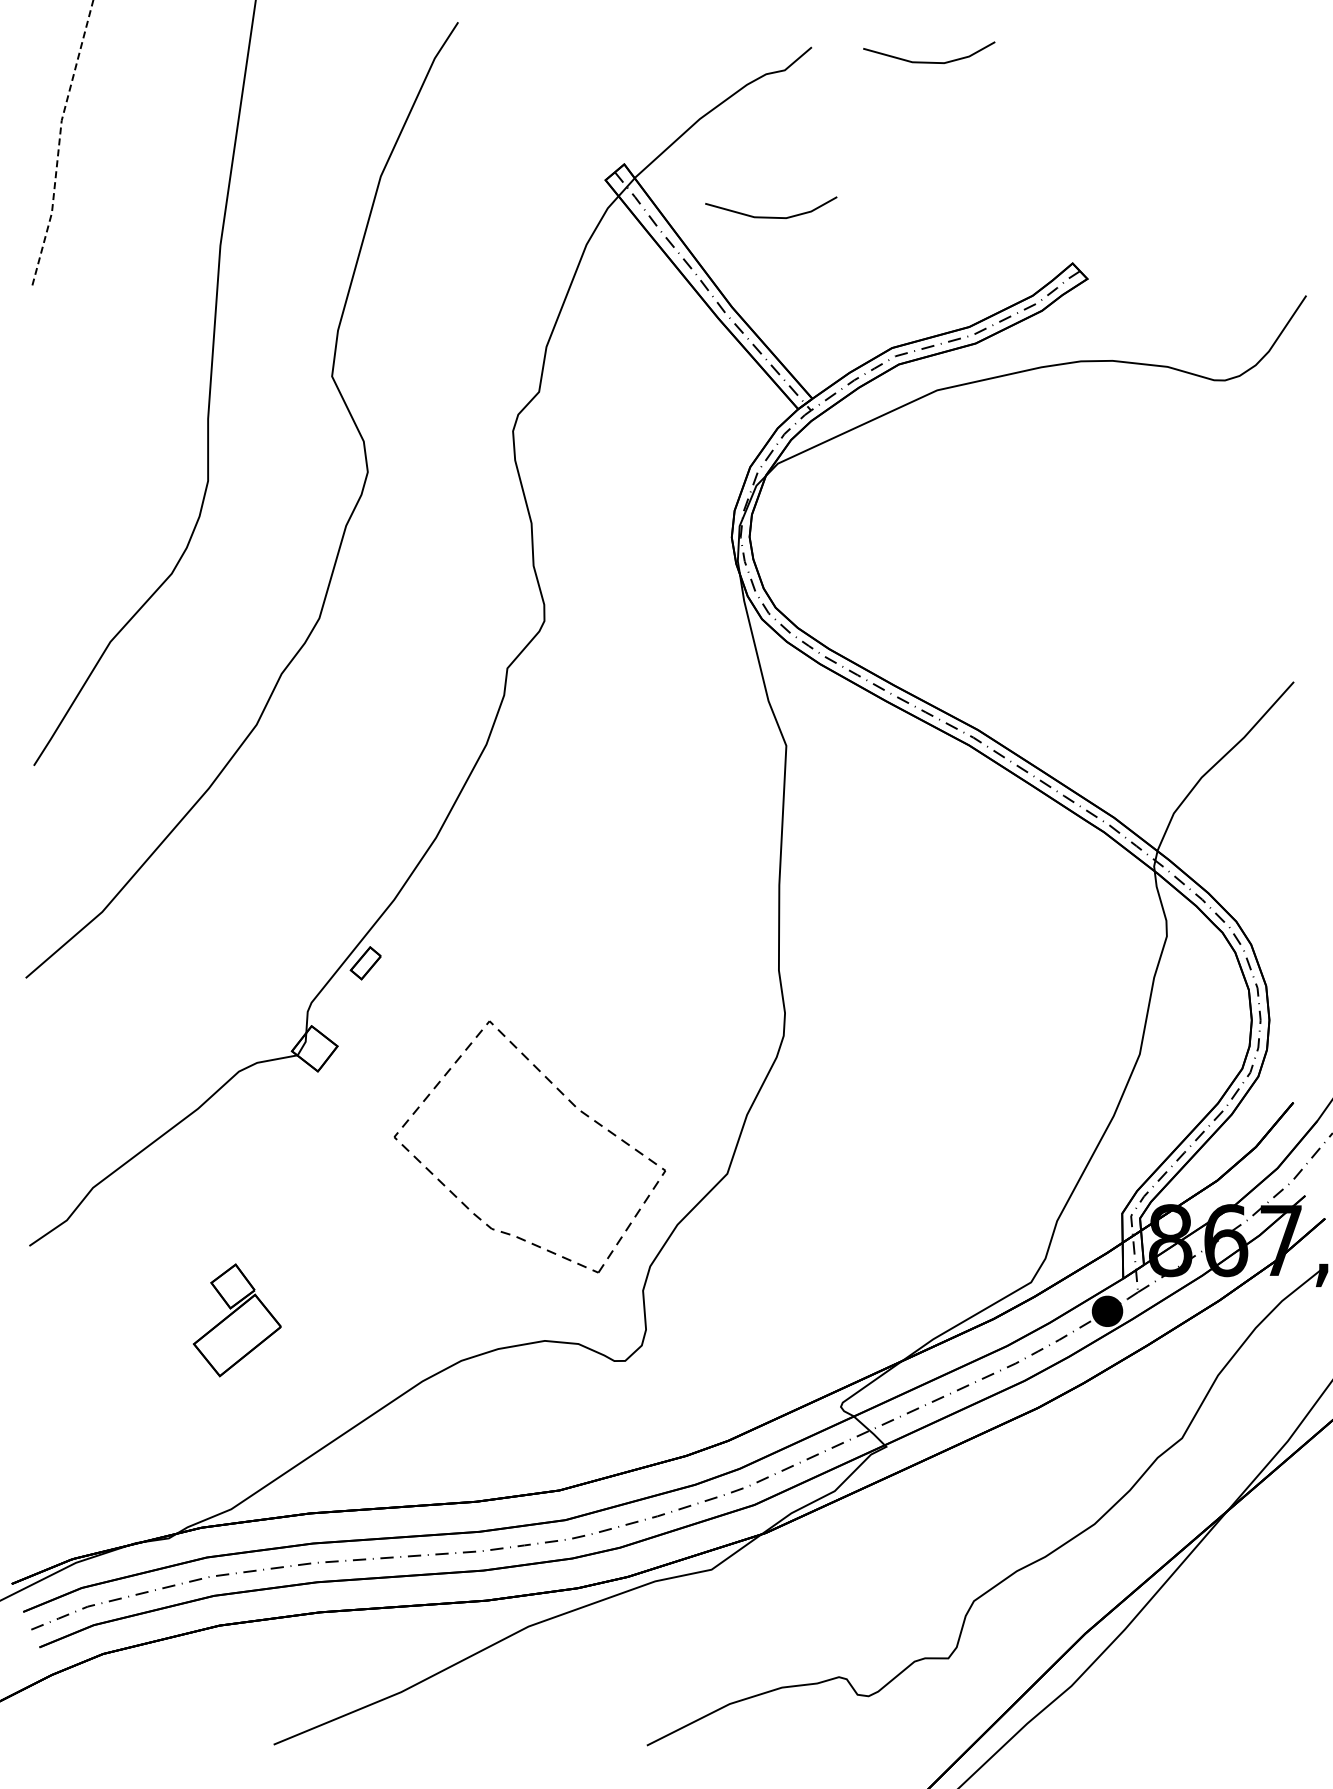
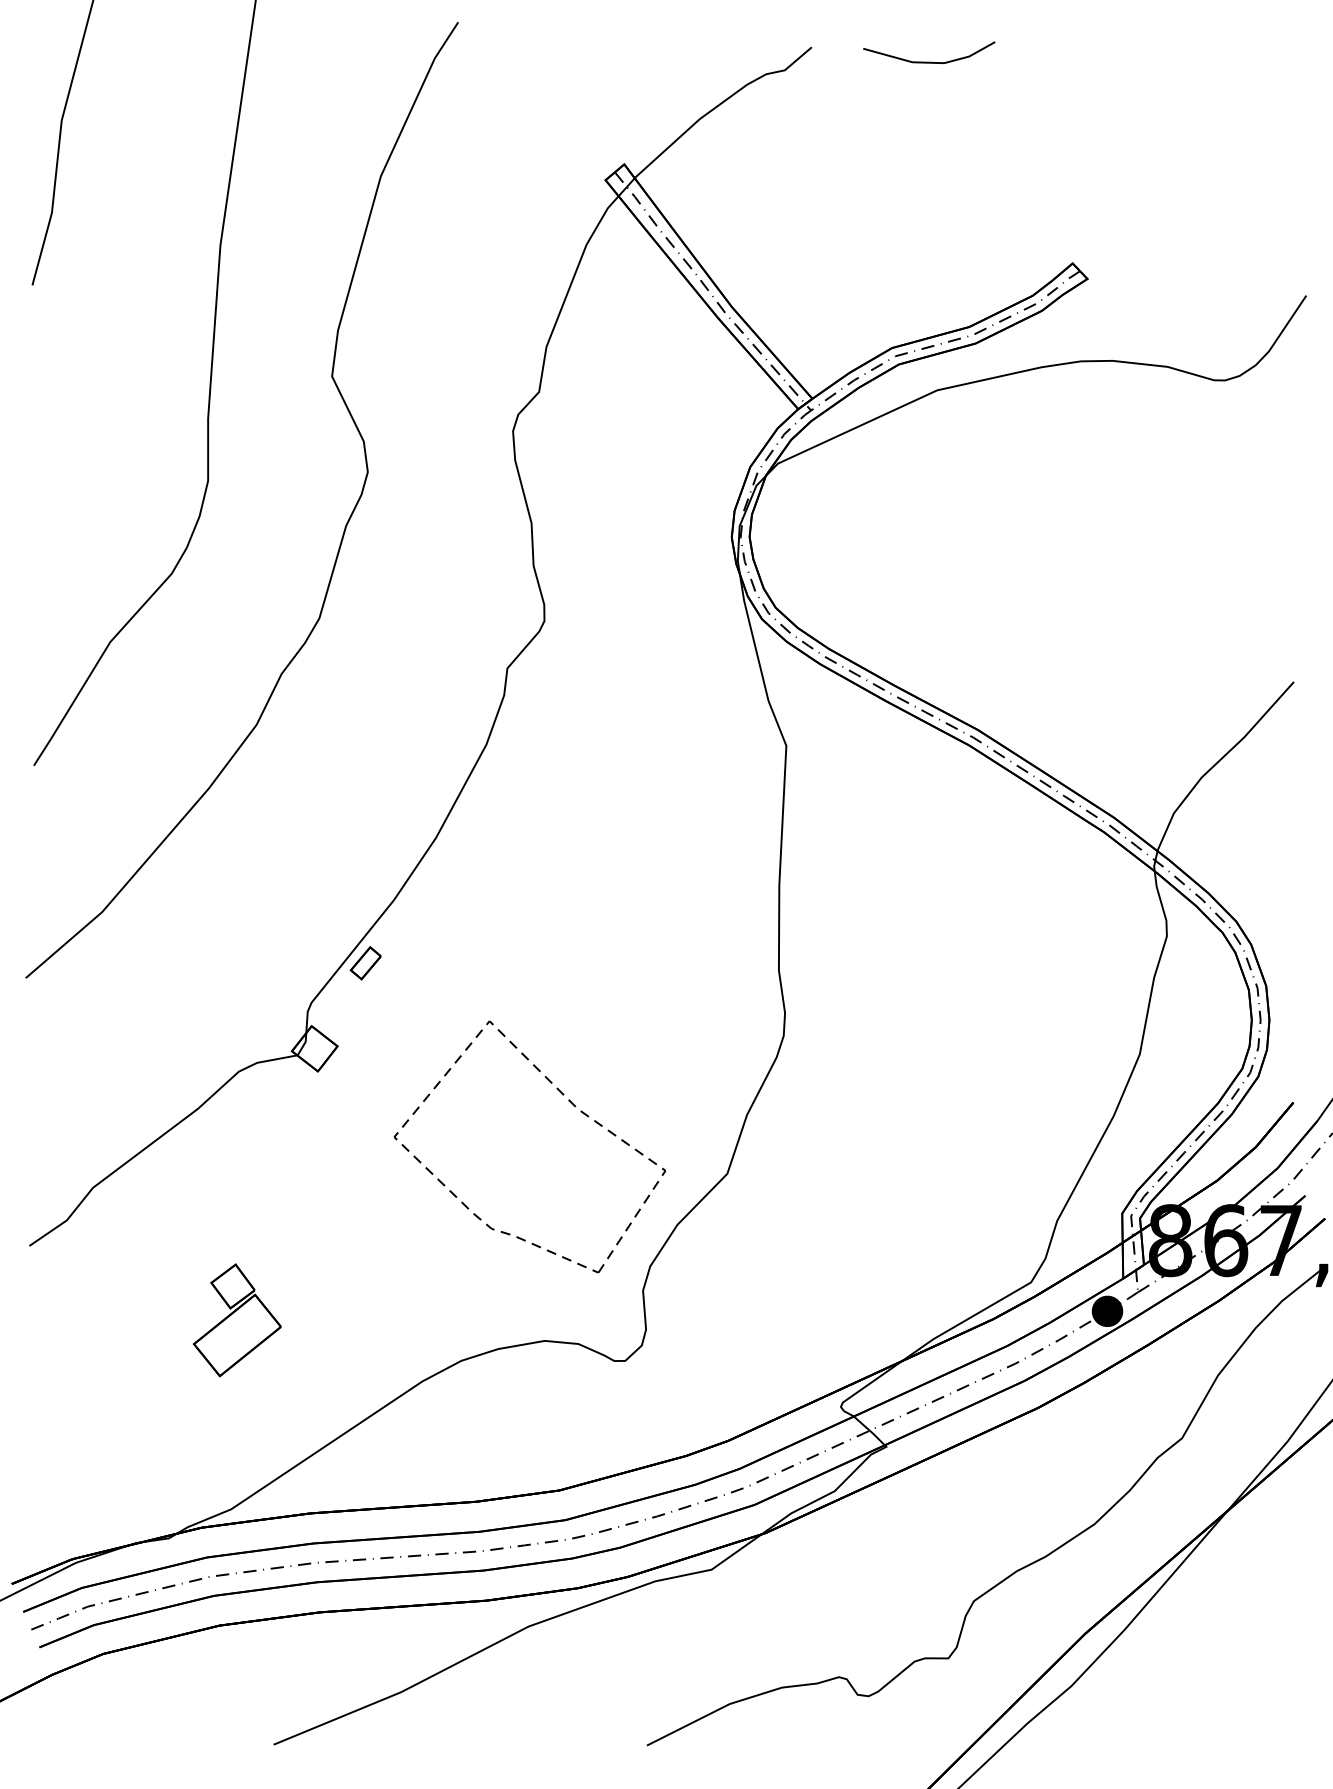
line at (59, 142): dashed -> solid
line at (771, 216): present -> none
